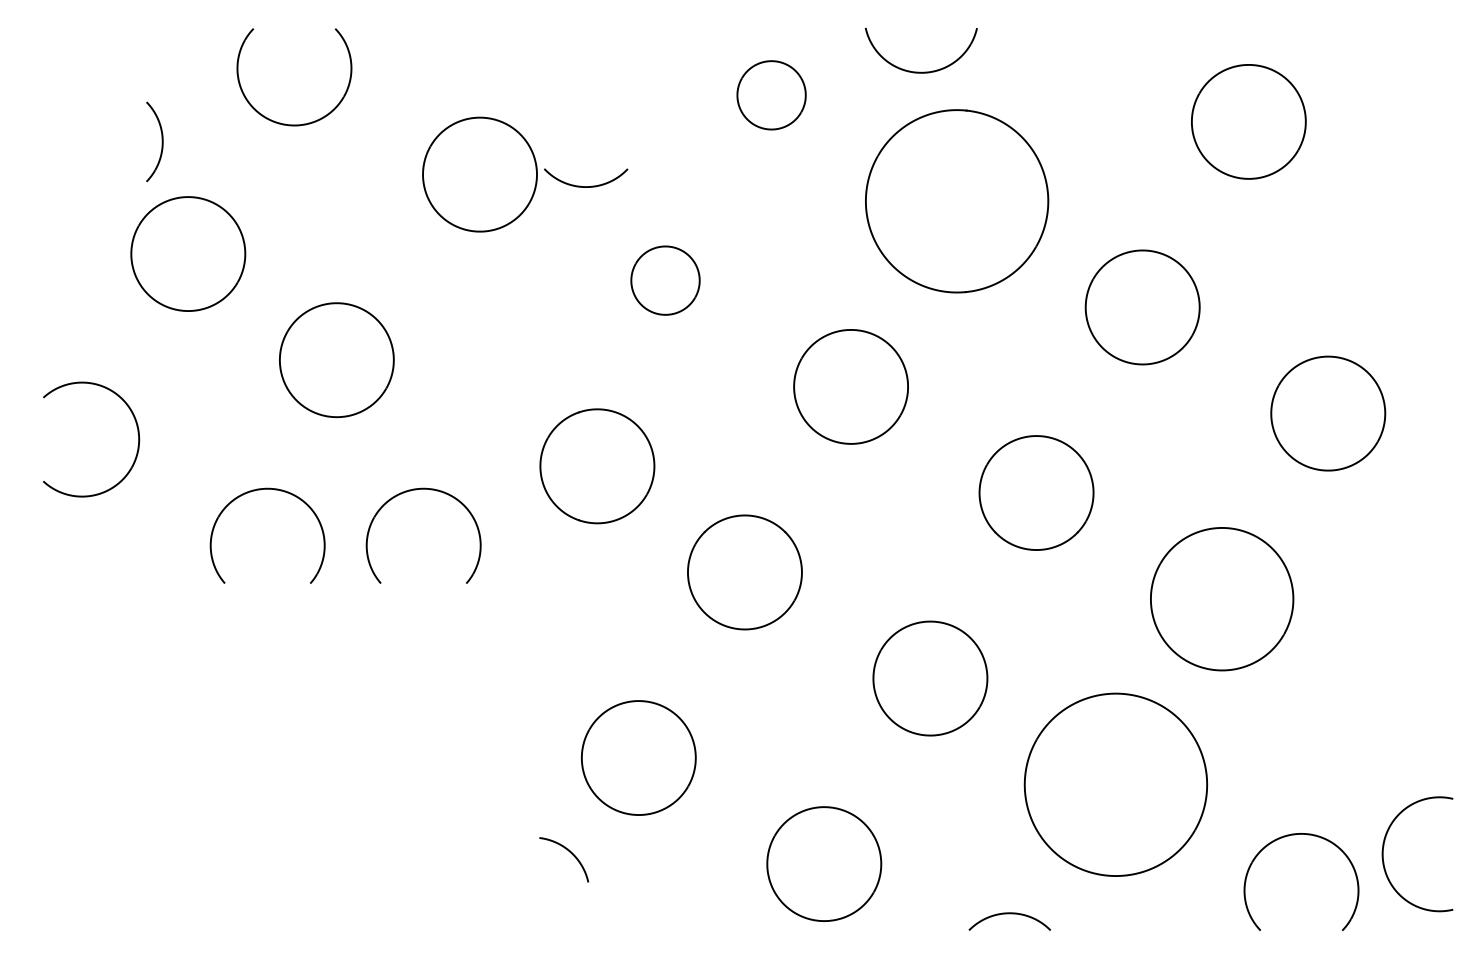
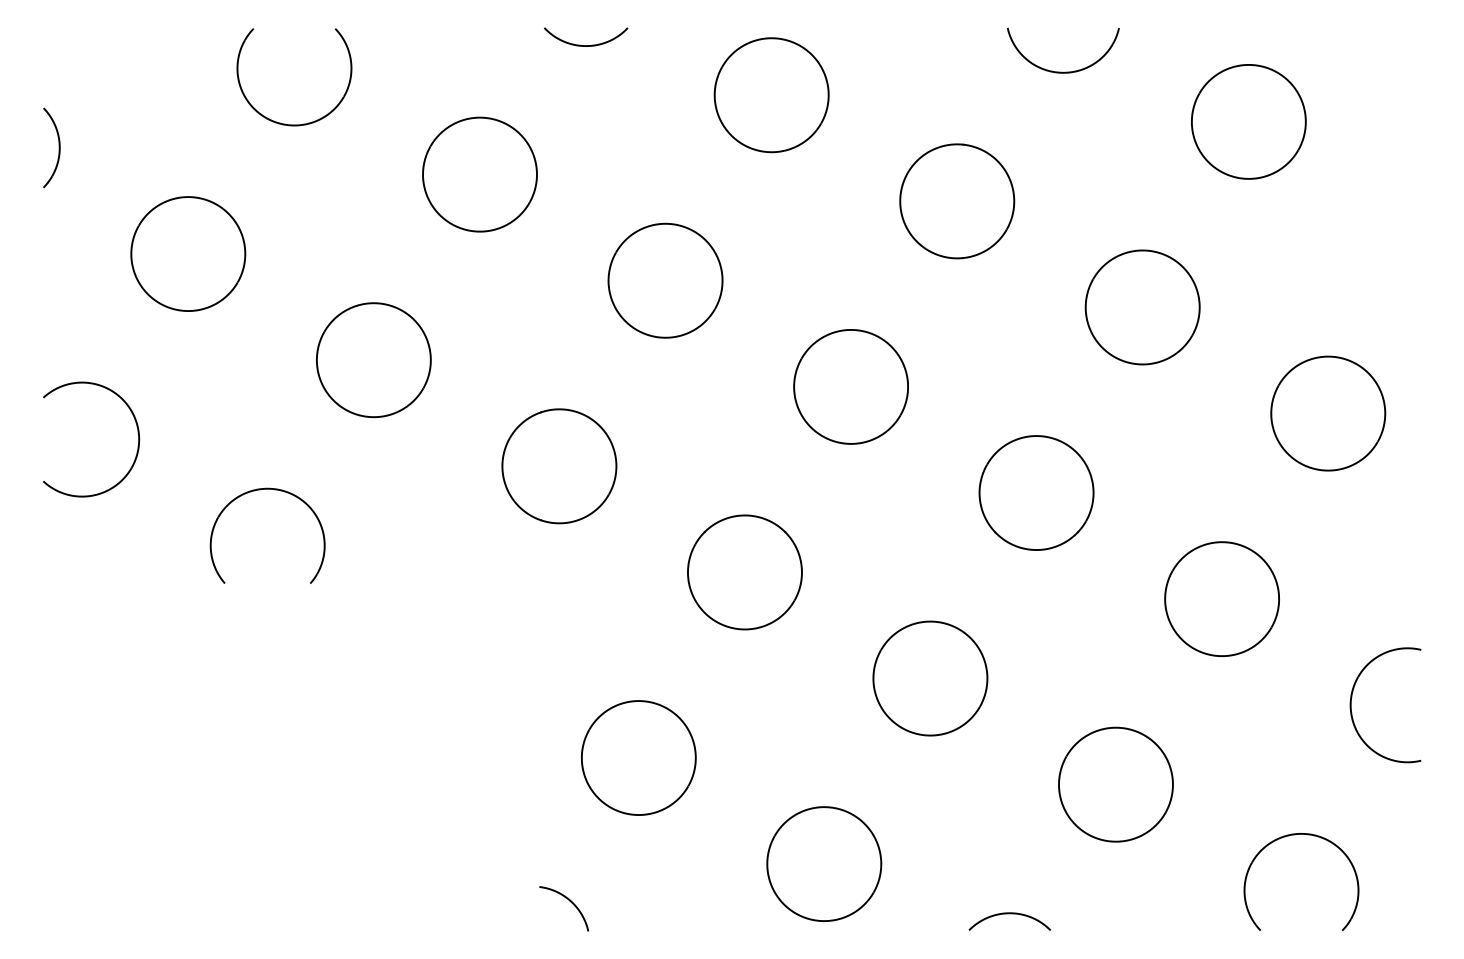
part at (920, 71) position: (920, 71) -> (1062, 71)
part at (771, 95) size: 71x71 px -> 117x117 px
part at (161, 141) position: (161, 141) -> (58, 147)
curve at (586, 186) position: (586, 186) -> (586, 45)
part at (957, 201) size: 185x185 px -> 117x117 px
part at (665, 280) size: 71x71 px -> 117x117 px
part at (336, 360) position: (336, 360) -> (373, 360)
part at (597, 466) position: (597, 466) -> (559, 466)
part at (416, 490): present -> none
part at (1222, 599) size: 145x145 px -> 116x116 px
part at (1115, 784) size: 186x185 px -> 116x117 px
part at (1384, 846) position: (1384, 846) -> (1352, 697)
curve at (570, 853) position: (570, 853) -> (570, 902)
